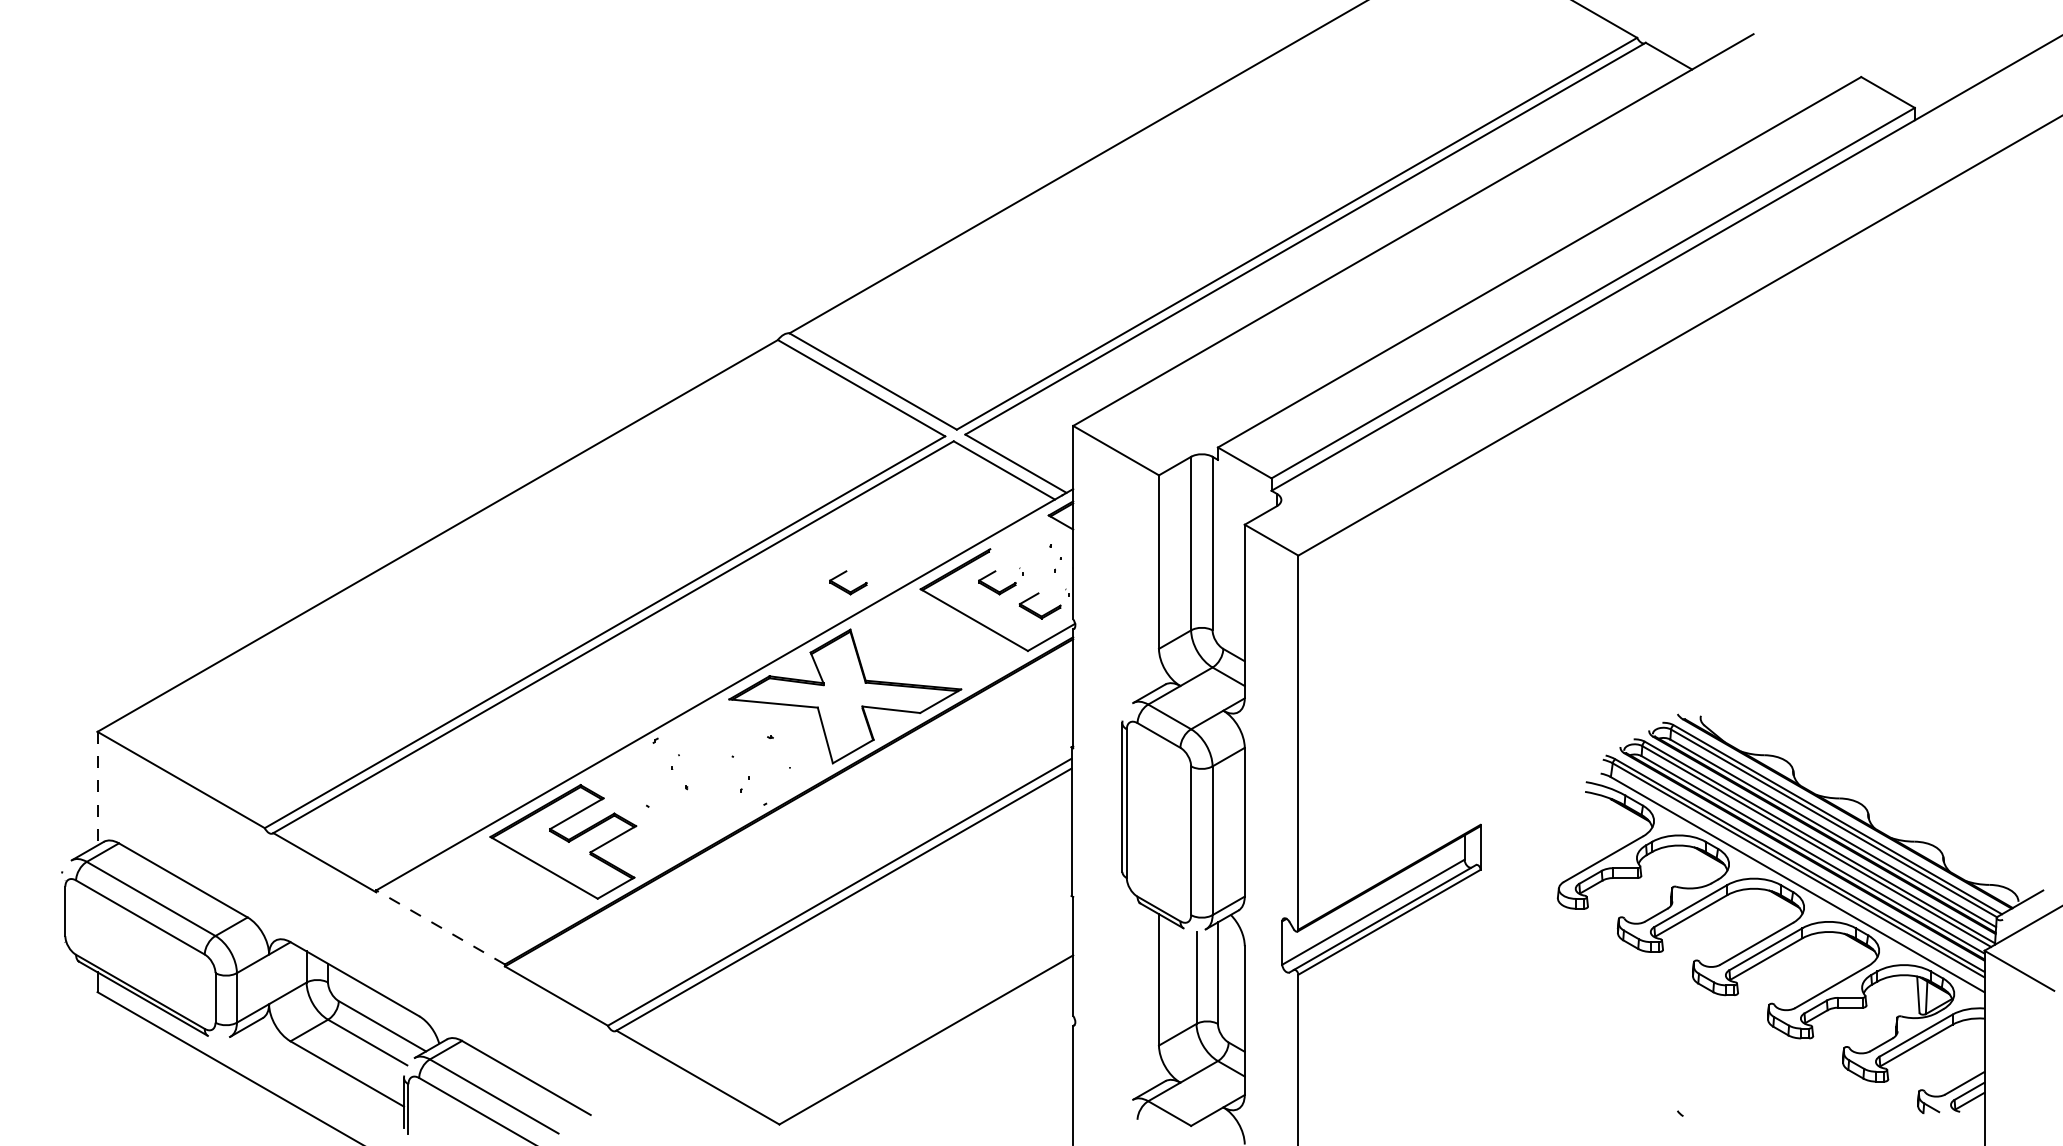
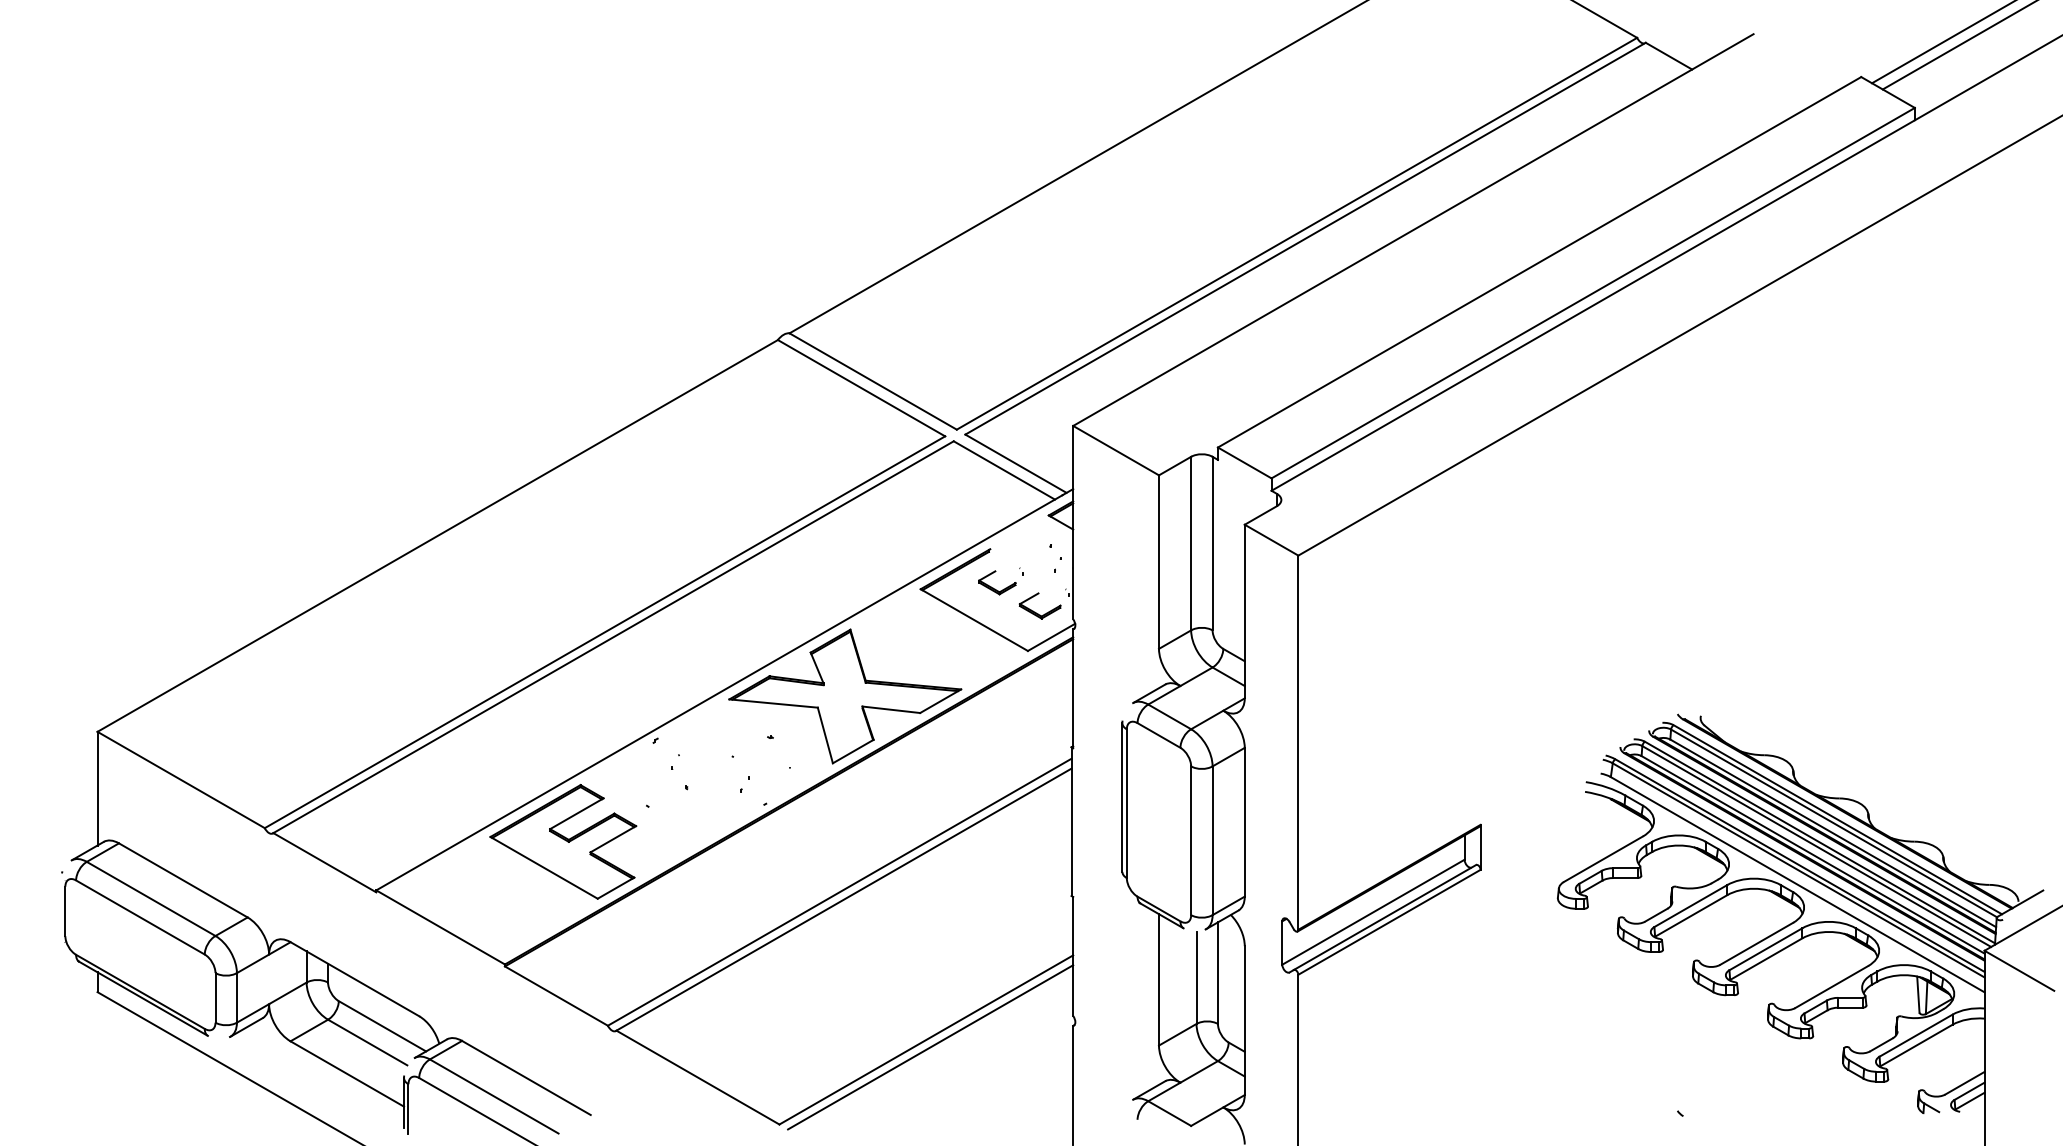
line at (1942, 42): none -> present
line at (1958, 45): none -> present
part at (846, 588): present -> none
line at (97, 788): dashed -> solid
line at (440, 927): dashed -> solid
line at (930, 1047): none -> present
